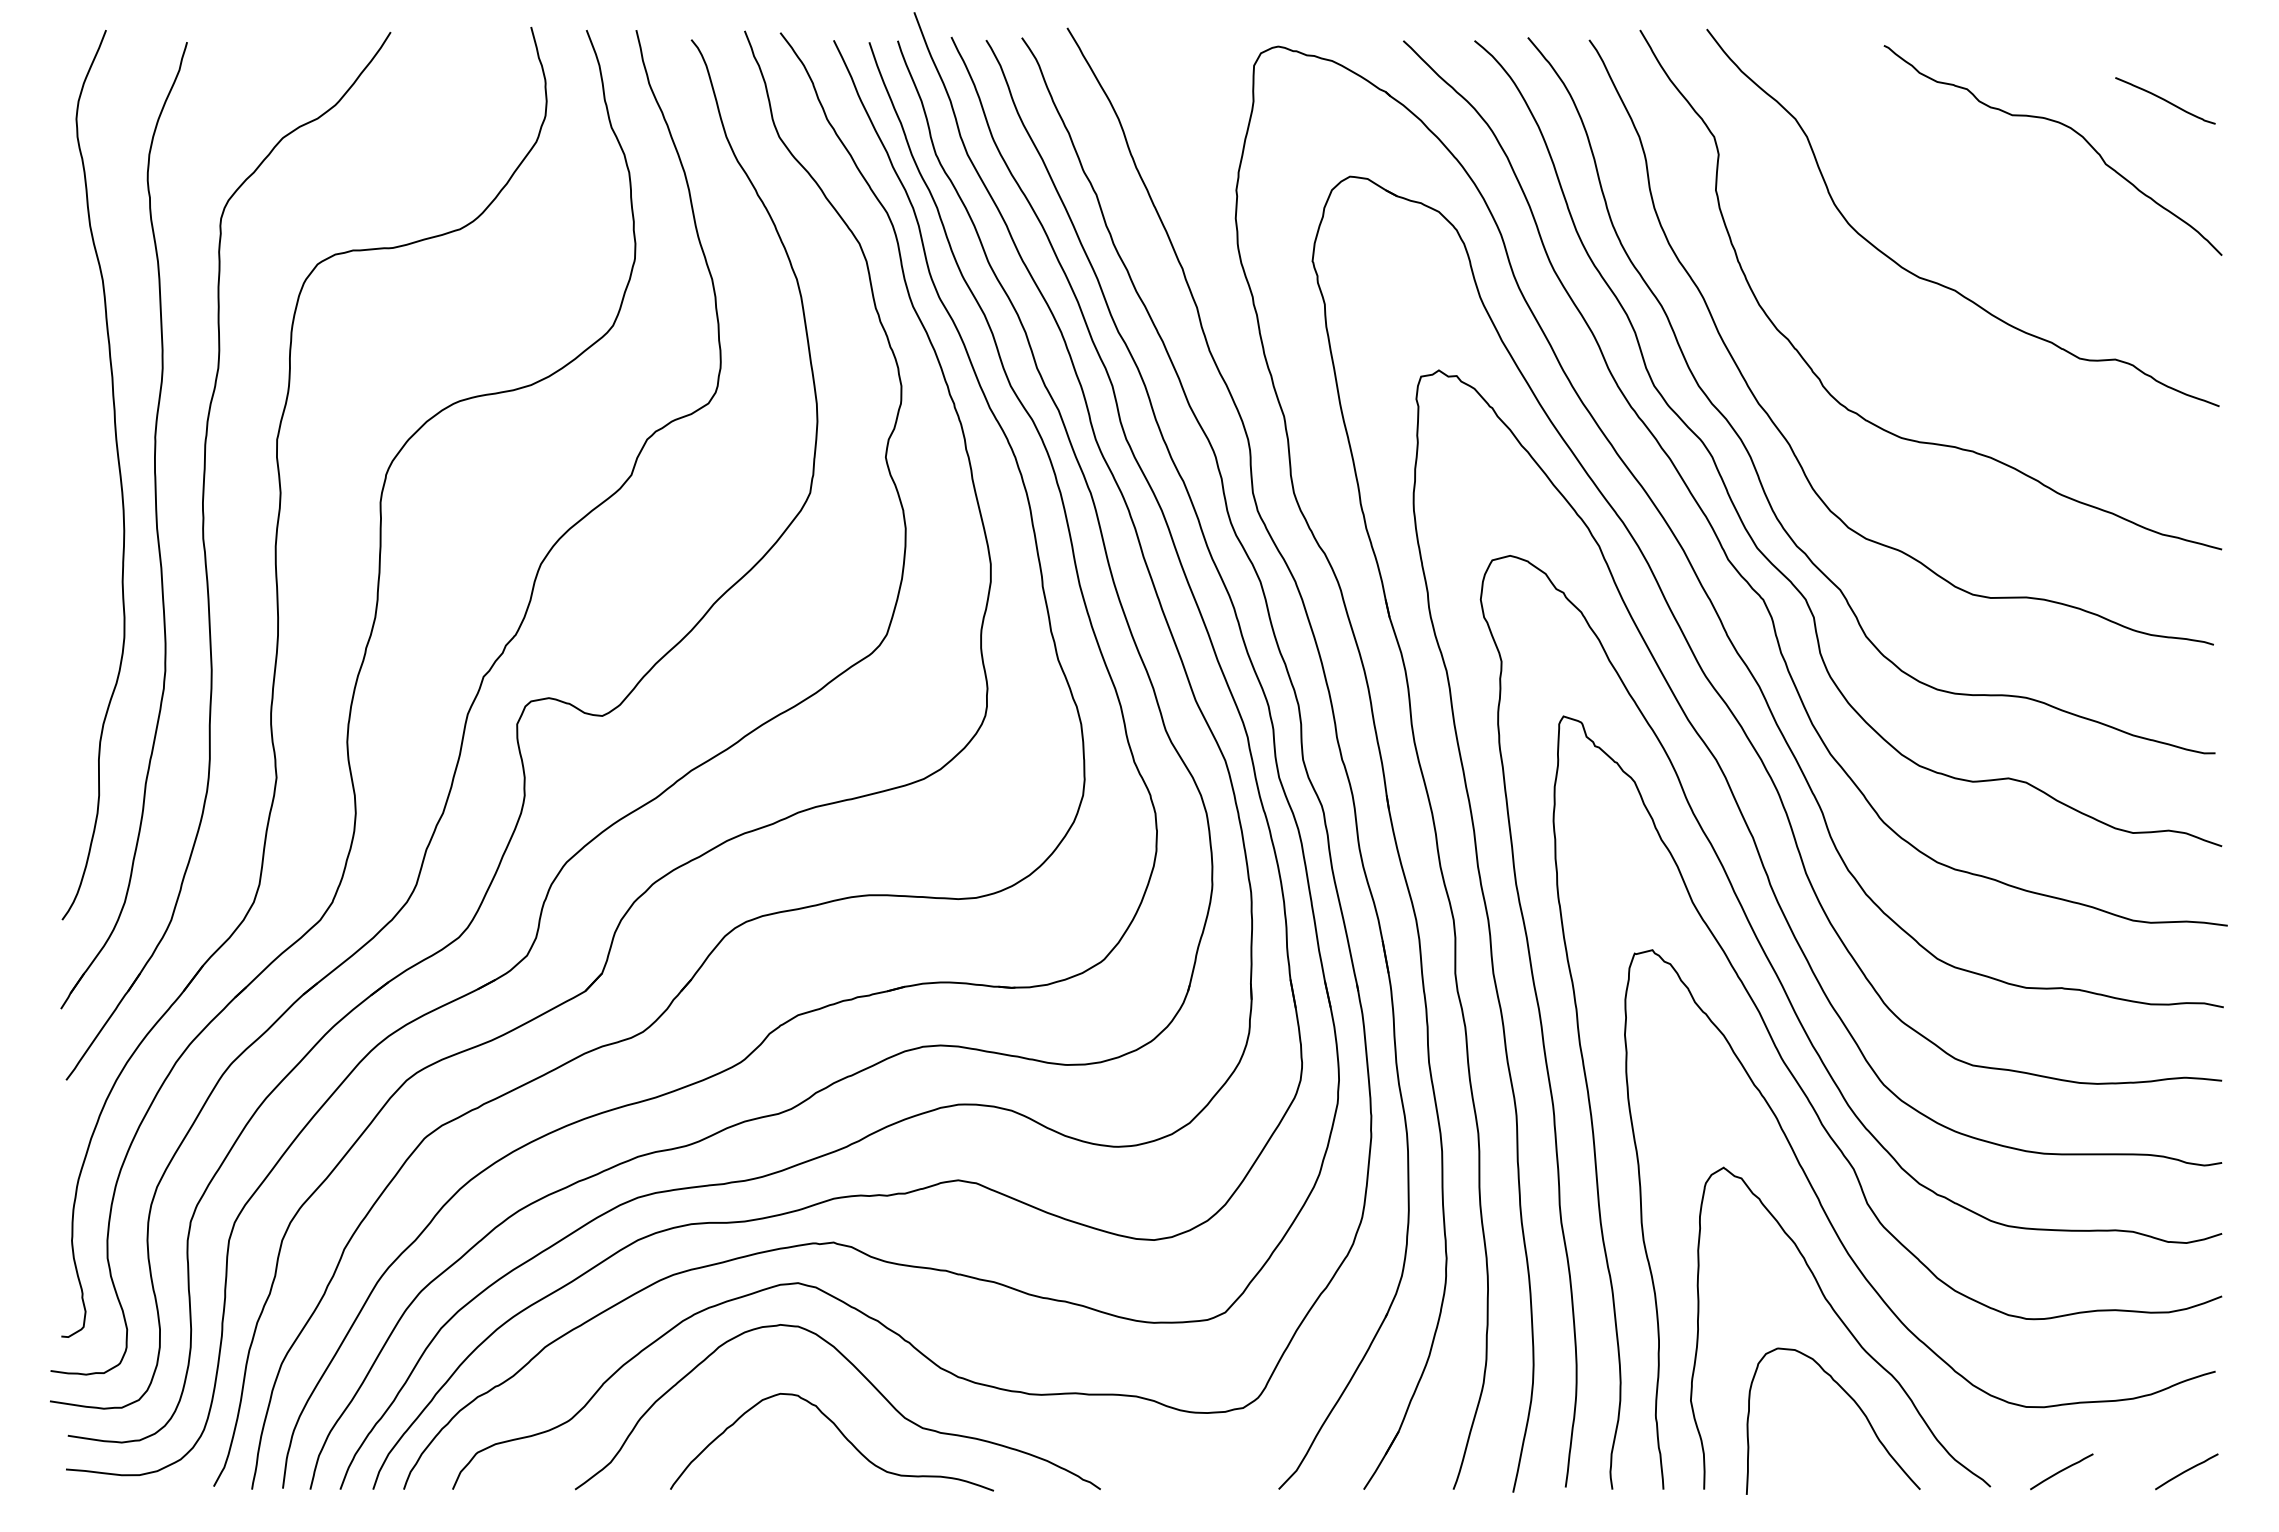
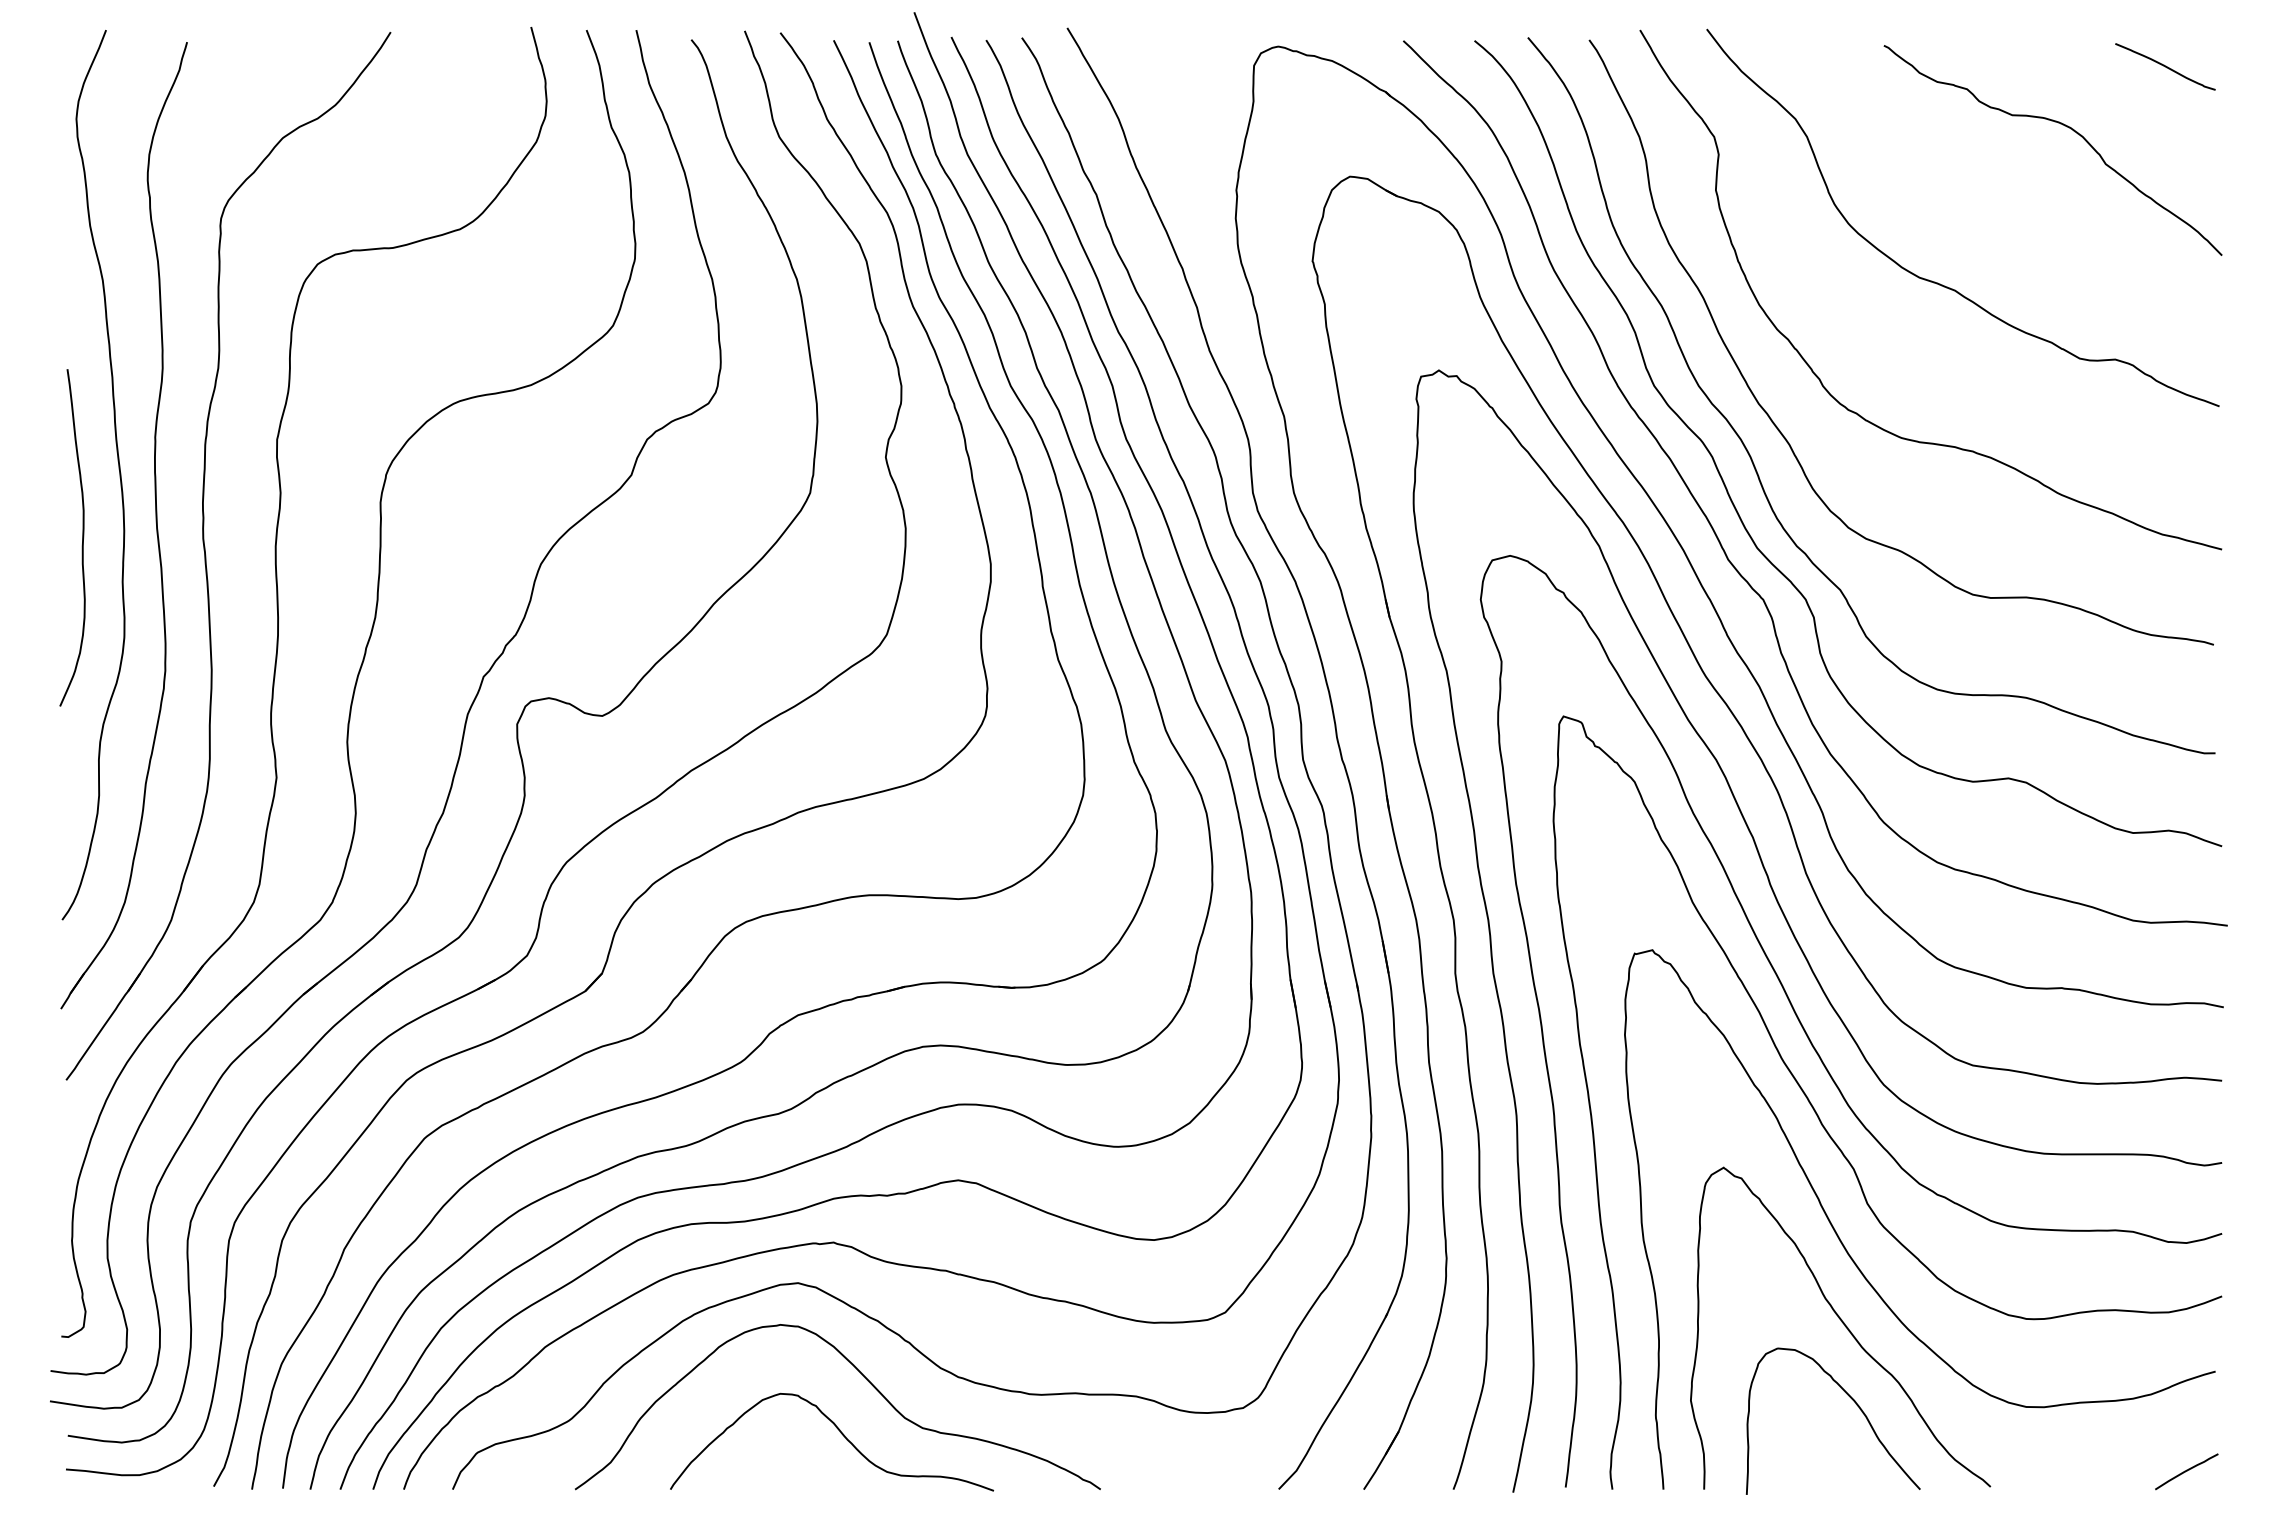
curve at (2165, 100) position: (2165, 100) -> (2165, 66)
curve at (82, 537): none -> present
curve at (2061, 1471): present -> none
